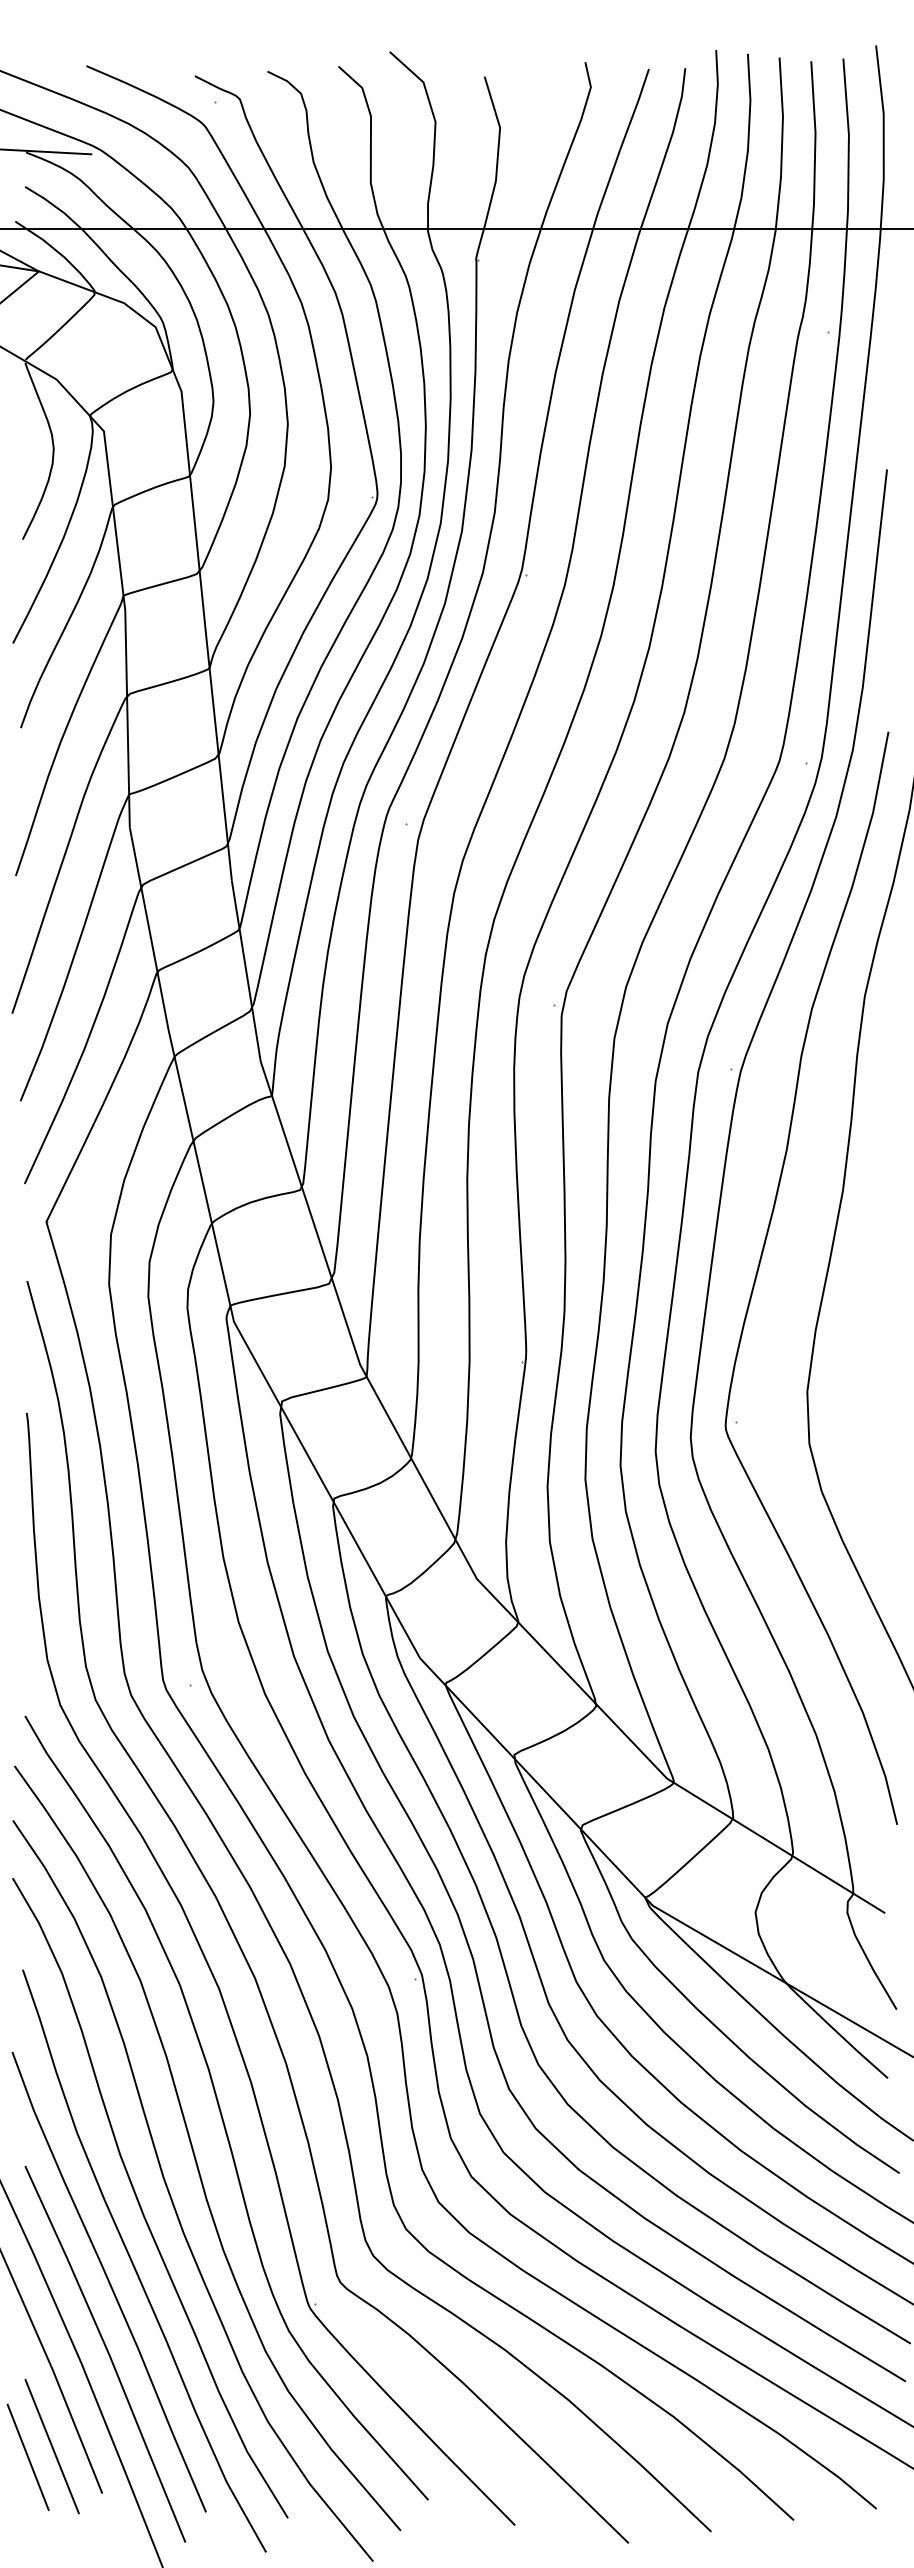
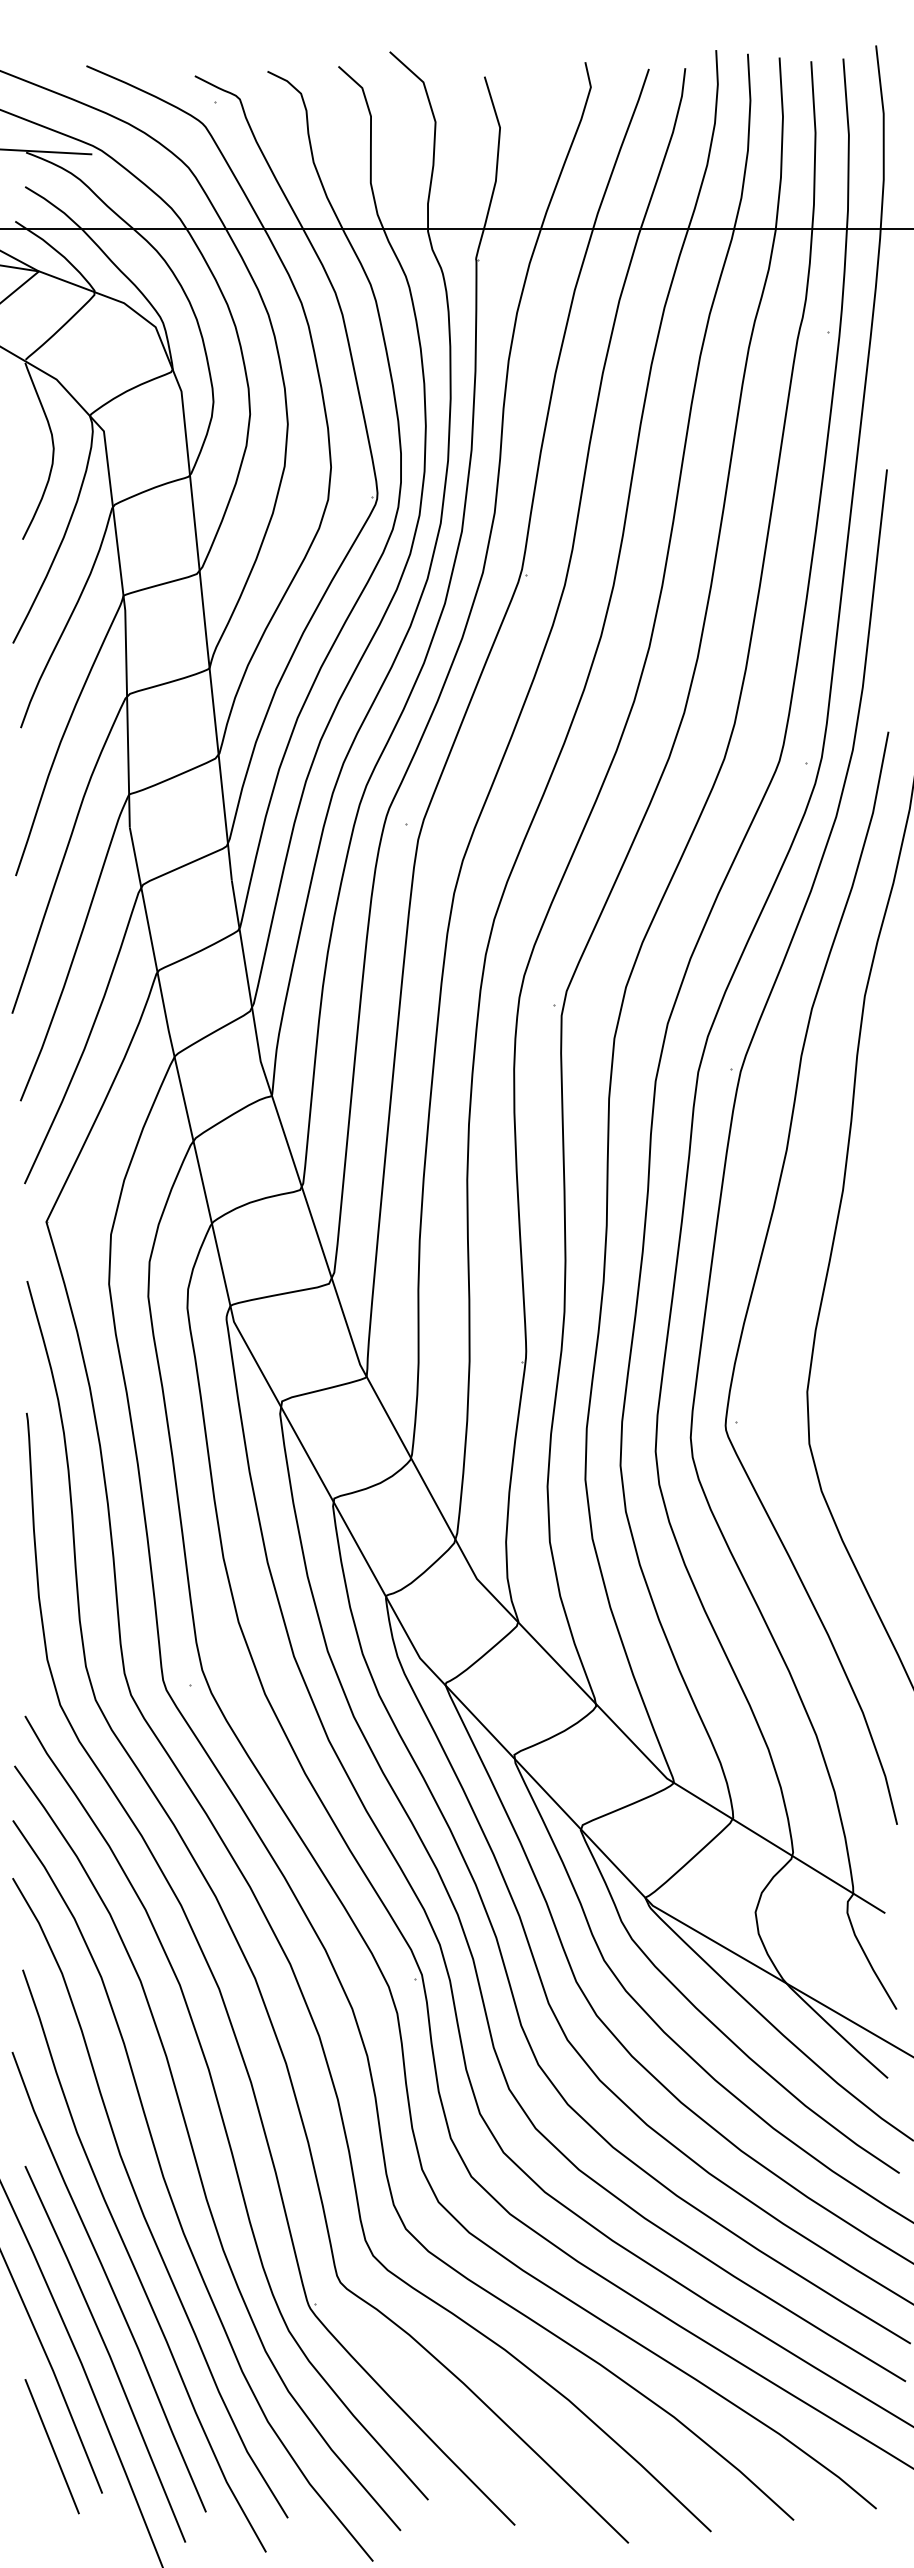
line at (27, 2456): present -> none
